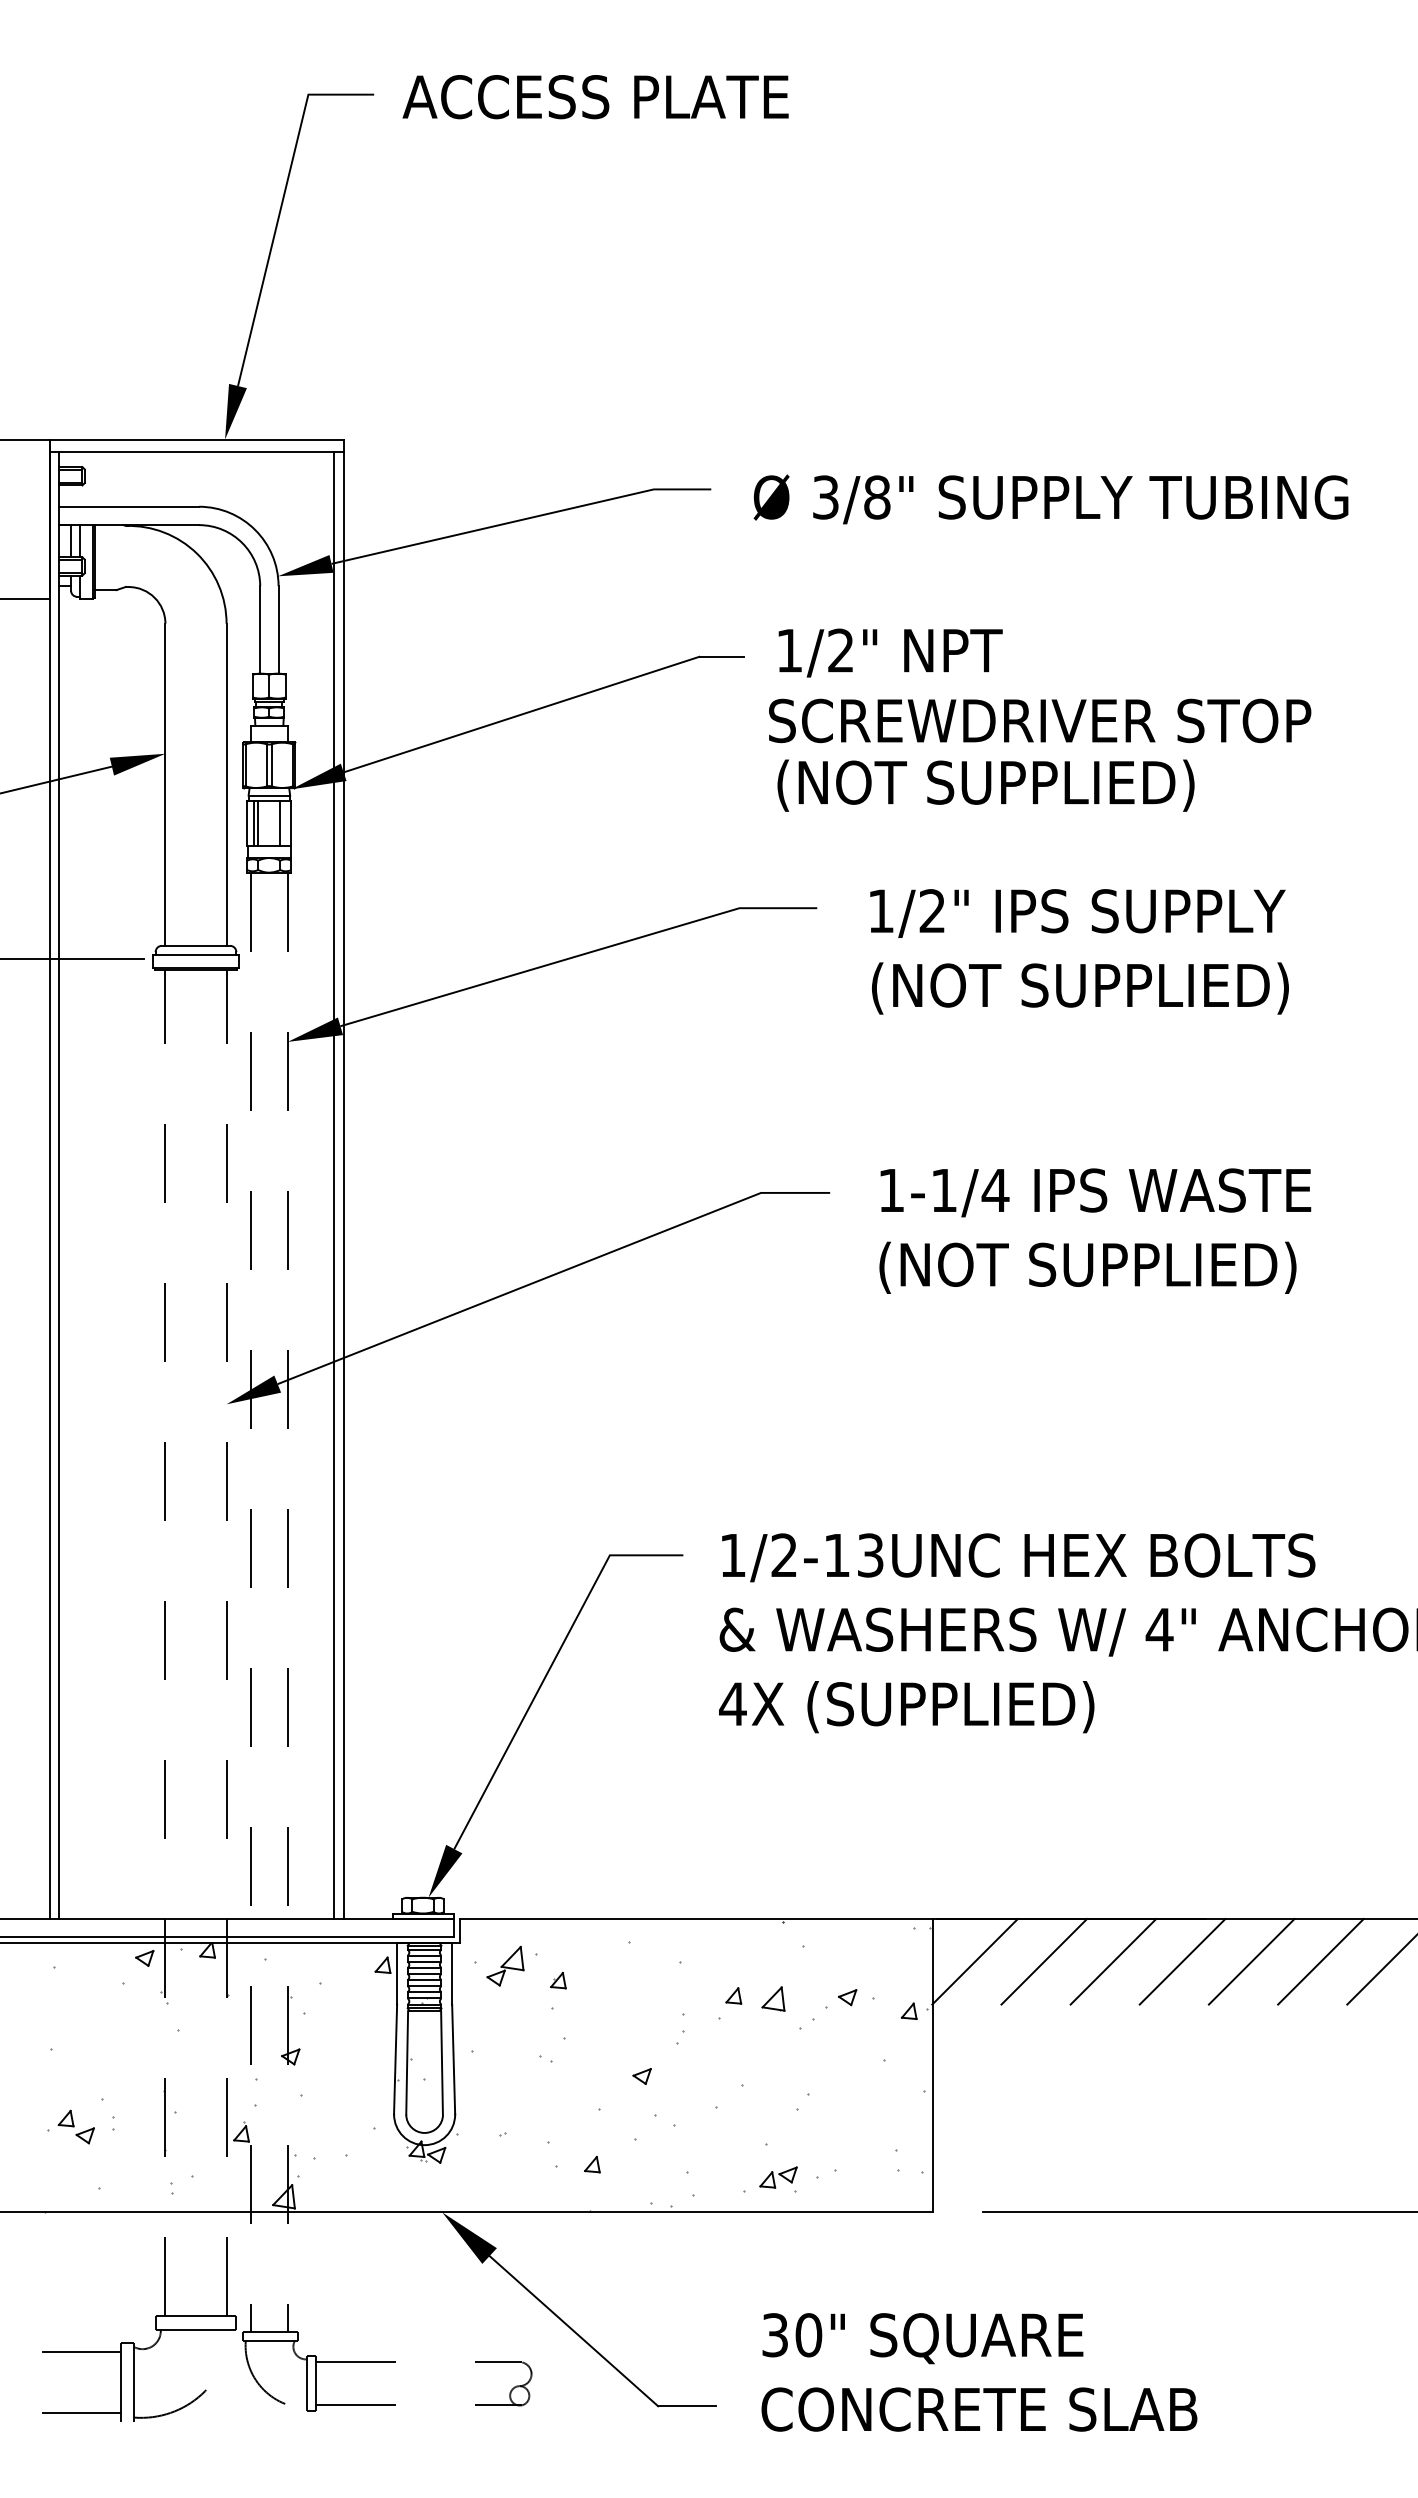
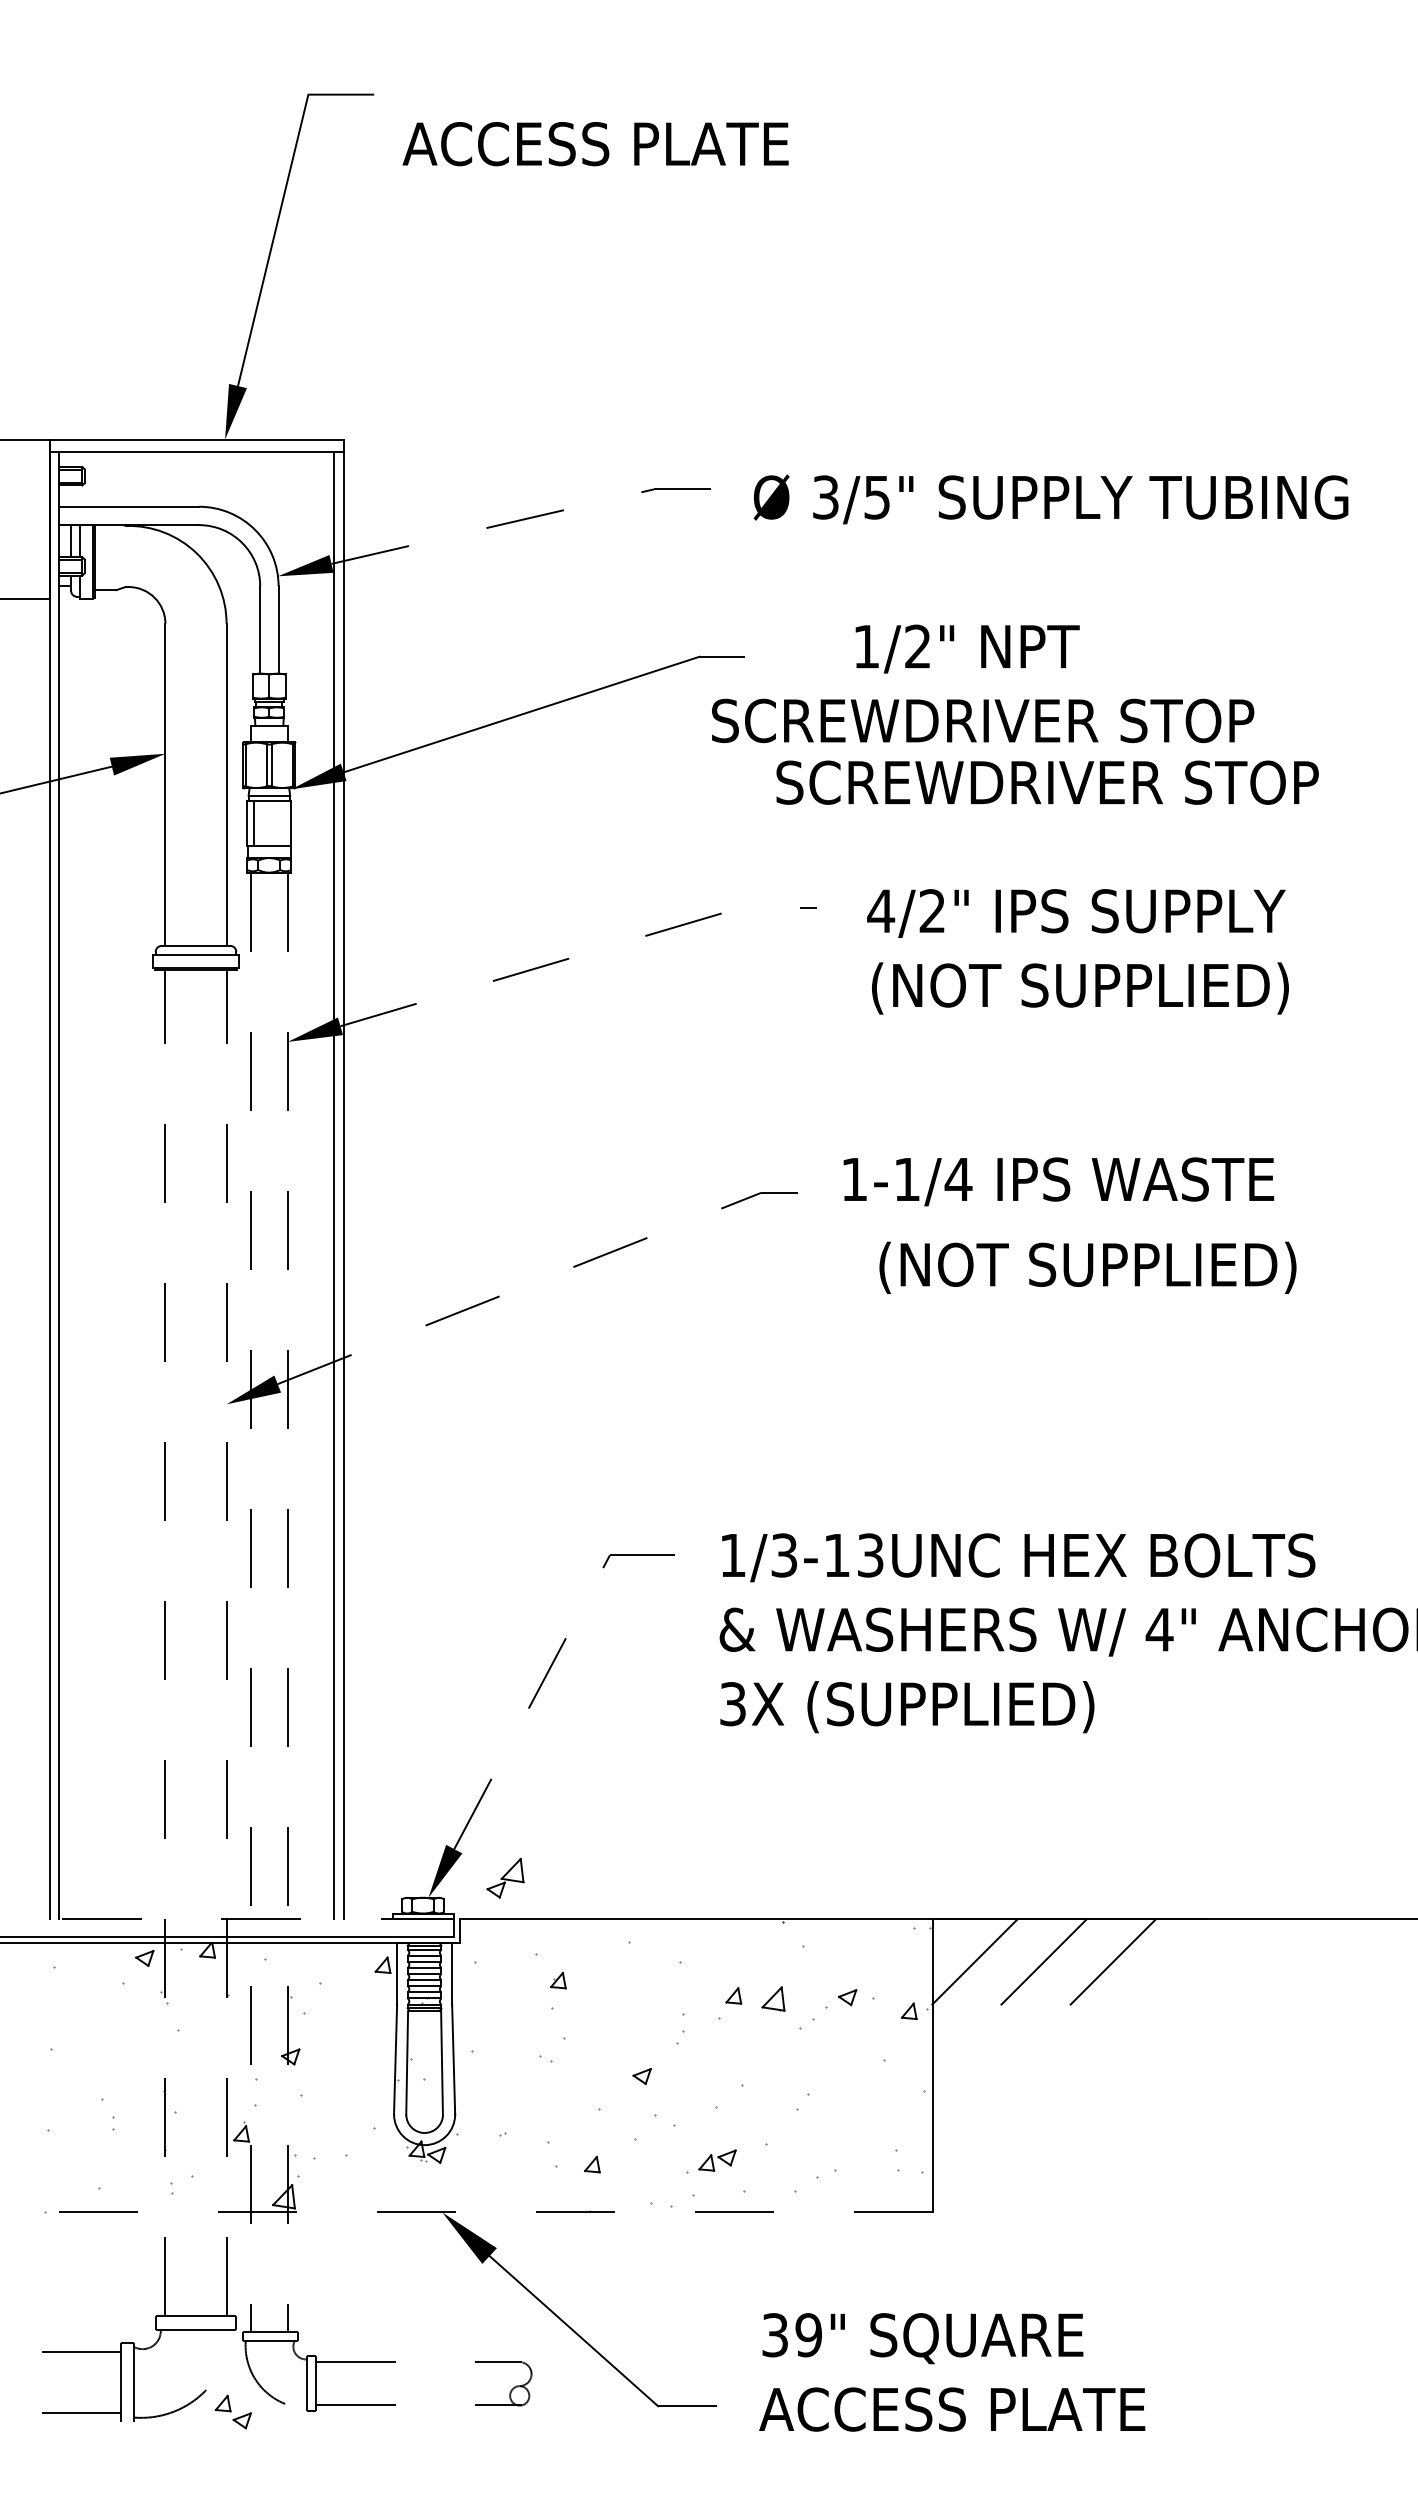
text at (595, 97) position: (595, 97) -> (595, 144)
text at (877, 497): 3/8" -> 3/5"
line at (521, 520): solid -> dashed
text at (890, 652) position: (890, 652) -> (967, 648)
text at (1040, 720) position: (1040, 720) -> (983, 720)
text at (1047, 785): (NOT SUPPLIED) -> SCREWDRIVER STOP
line at (258, 822): present -> none
line at (280, 822): present -> none
text at (881, 910): 1/2" -> 4/2"
line at (577, 956): solid -> dashed
line at (72, 959): present -> none
text at (1095, 1192) position: (1095, 1192) -> (1058, 1181)
line at (552, 1275): solid -> dashed
text at (784, 1555): 1/2-13UNC -> 1/3-13UNC
line at (549, 1669): solid -> dashed
text at (732, 1704): 4X -> 3X
line at (226, 1919): solid -> dashed
line at (1182, 1961): present -> none
line at (1251, 1961): present -> none
line at (1320, 1961): present -> none
part at (505, 1965) position: (505, 1965) -> (505, 1877)
line at (1380, 1970): present -> none
part at (75, 2126) position: (75, 2126) -> (232, 2411)
part at (778, 2177) position: (778, 2177) -> (717, 2160)
line at (466, 2212): solid -> dashed
line at (1198, 2212): present -> none
text at (808, 2335): 30" -> 39"
text at (978, 2409): CONCRETE SLAB -> ACCESS PLATE
